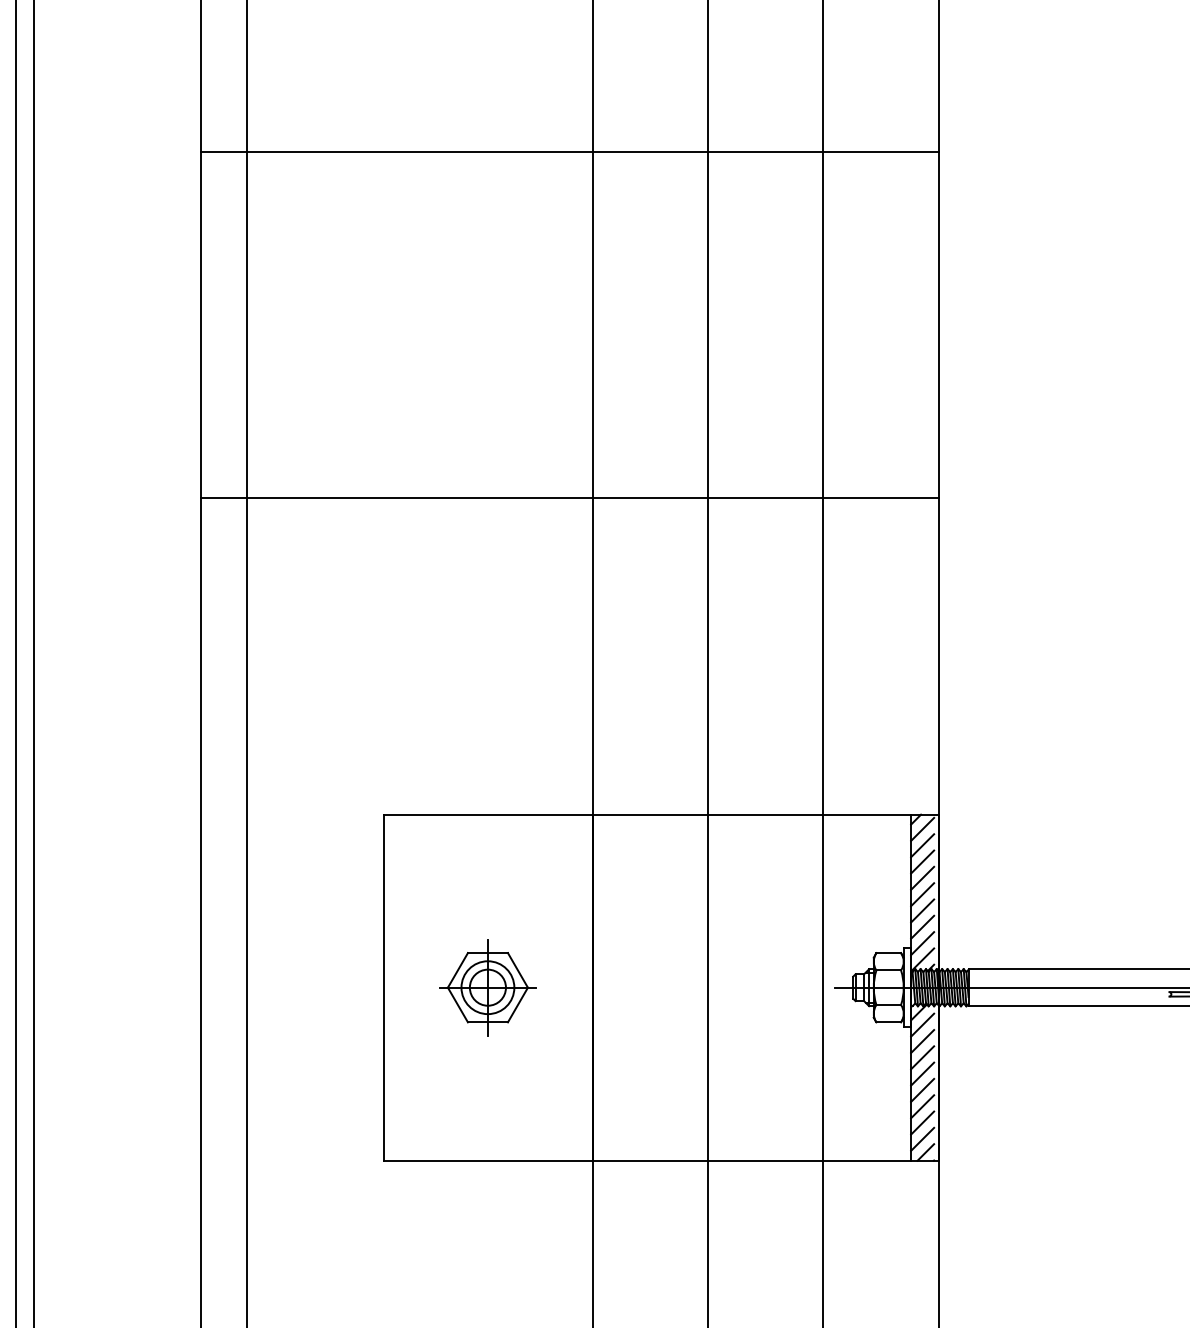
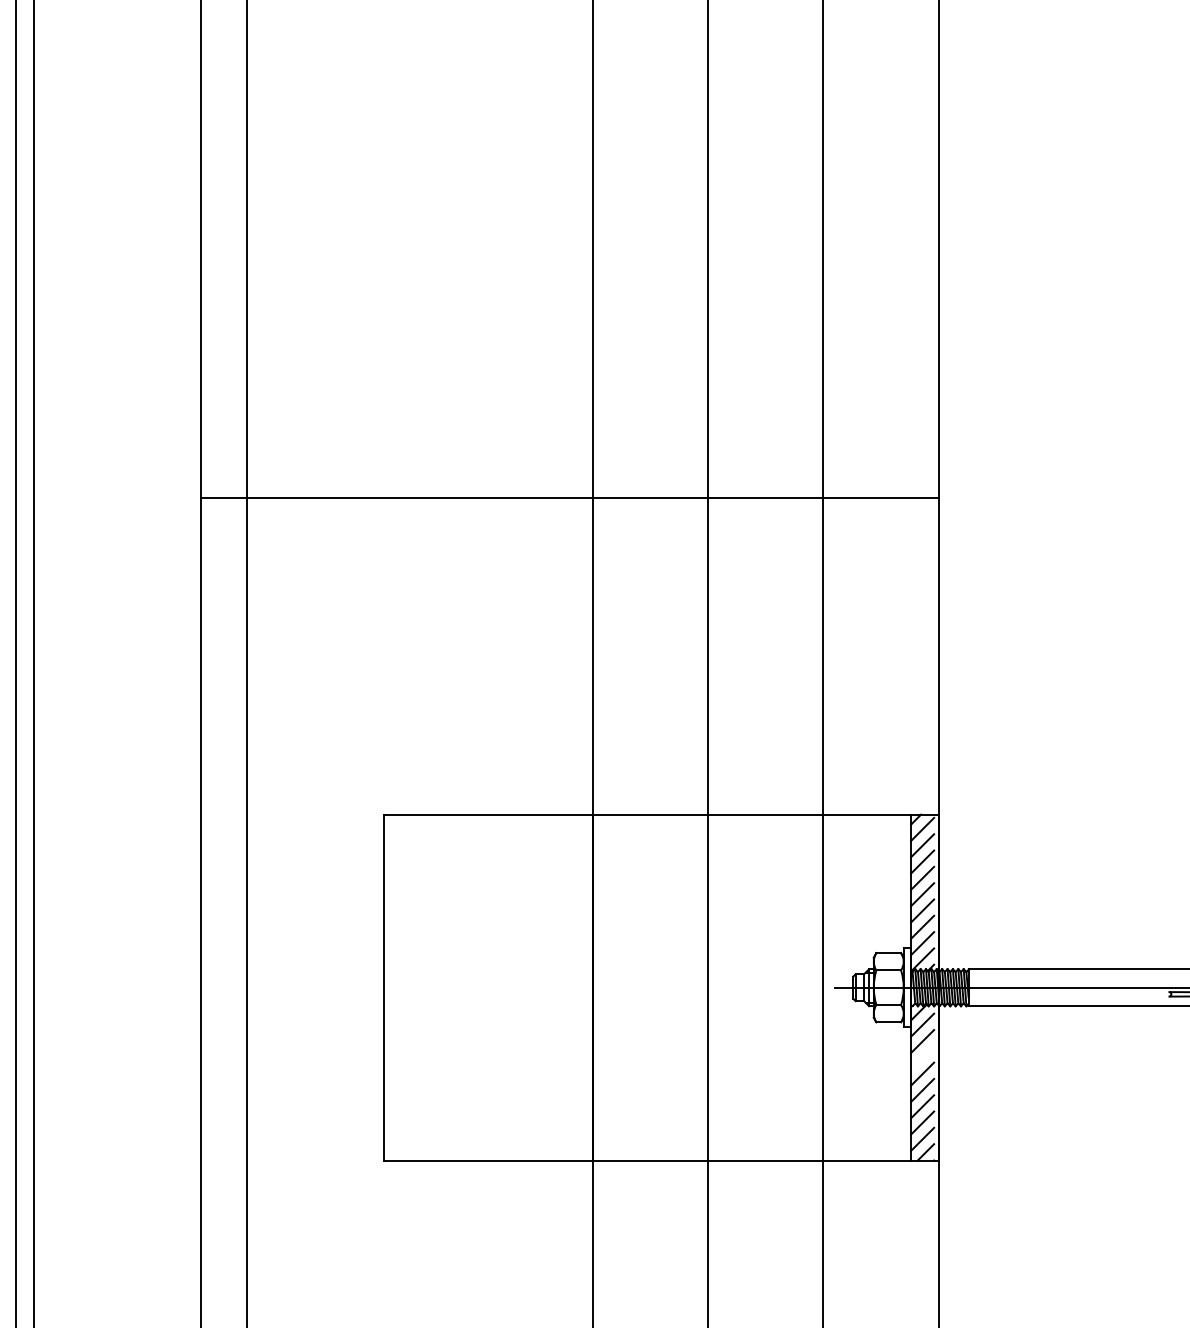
line at (569, 152): present -> none
part at (487, 987): present -> none
line at (922, 1057): present -> none
